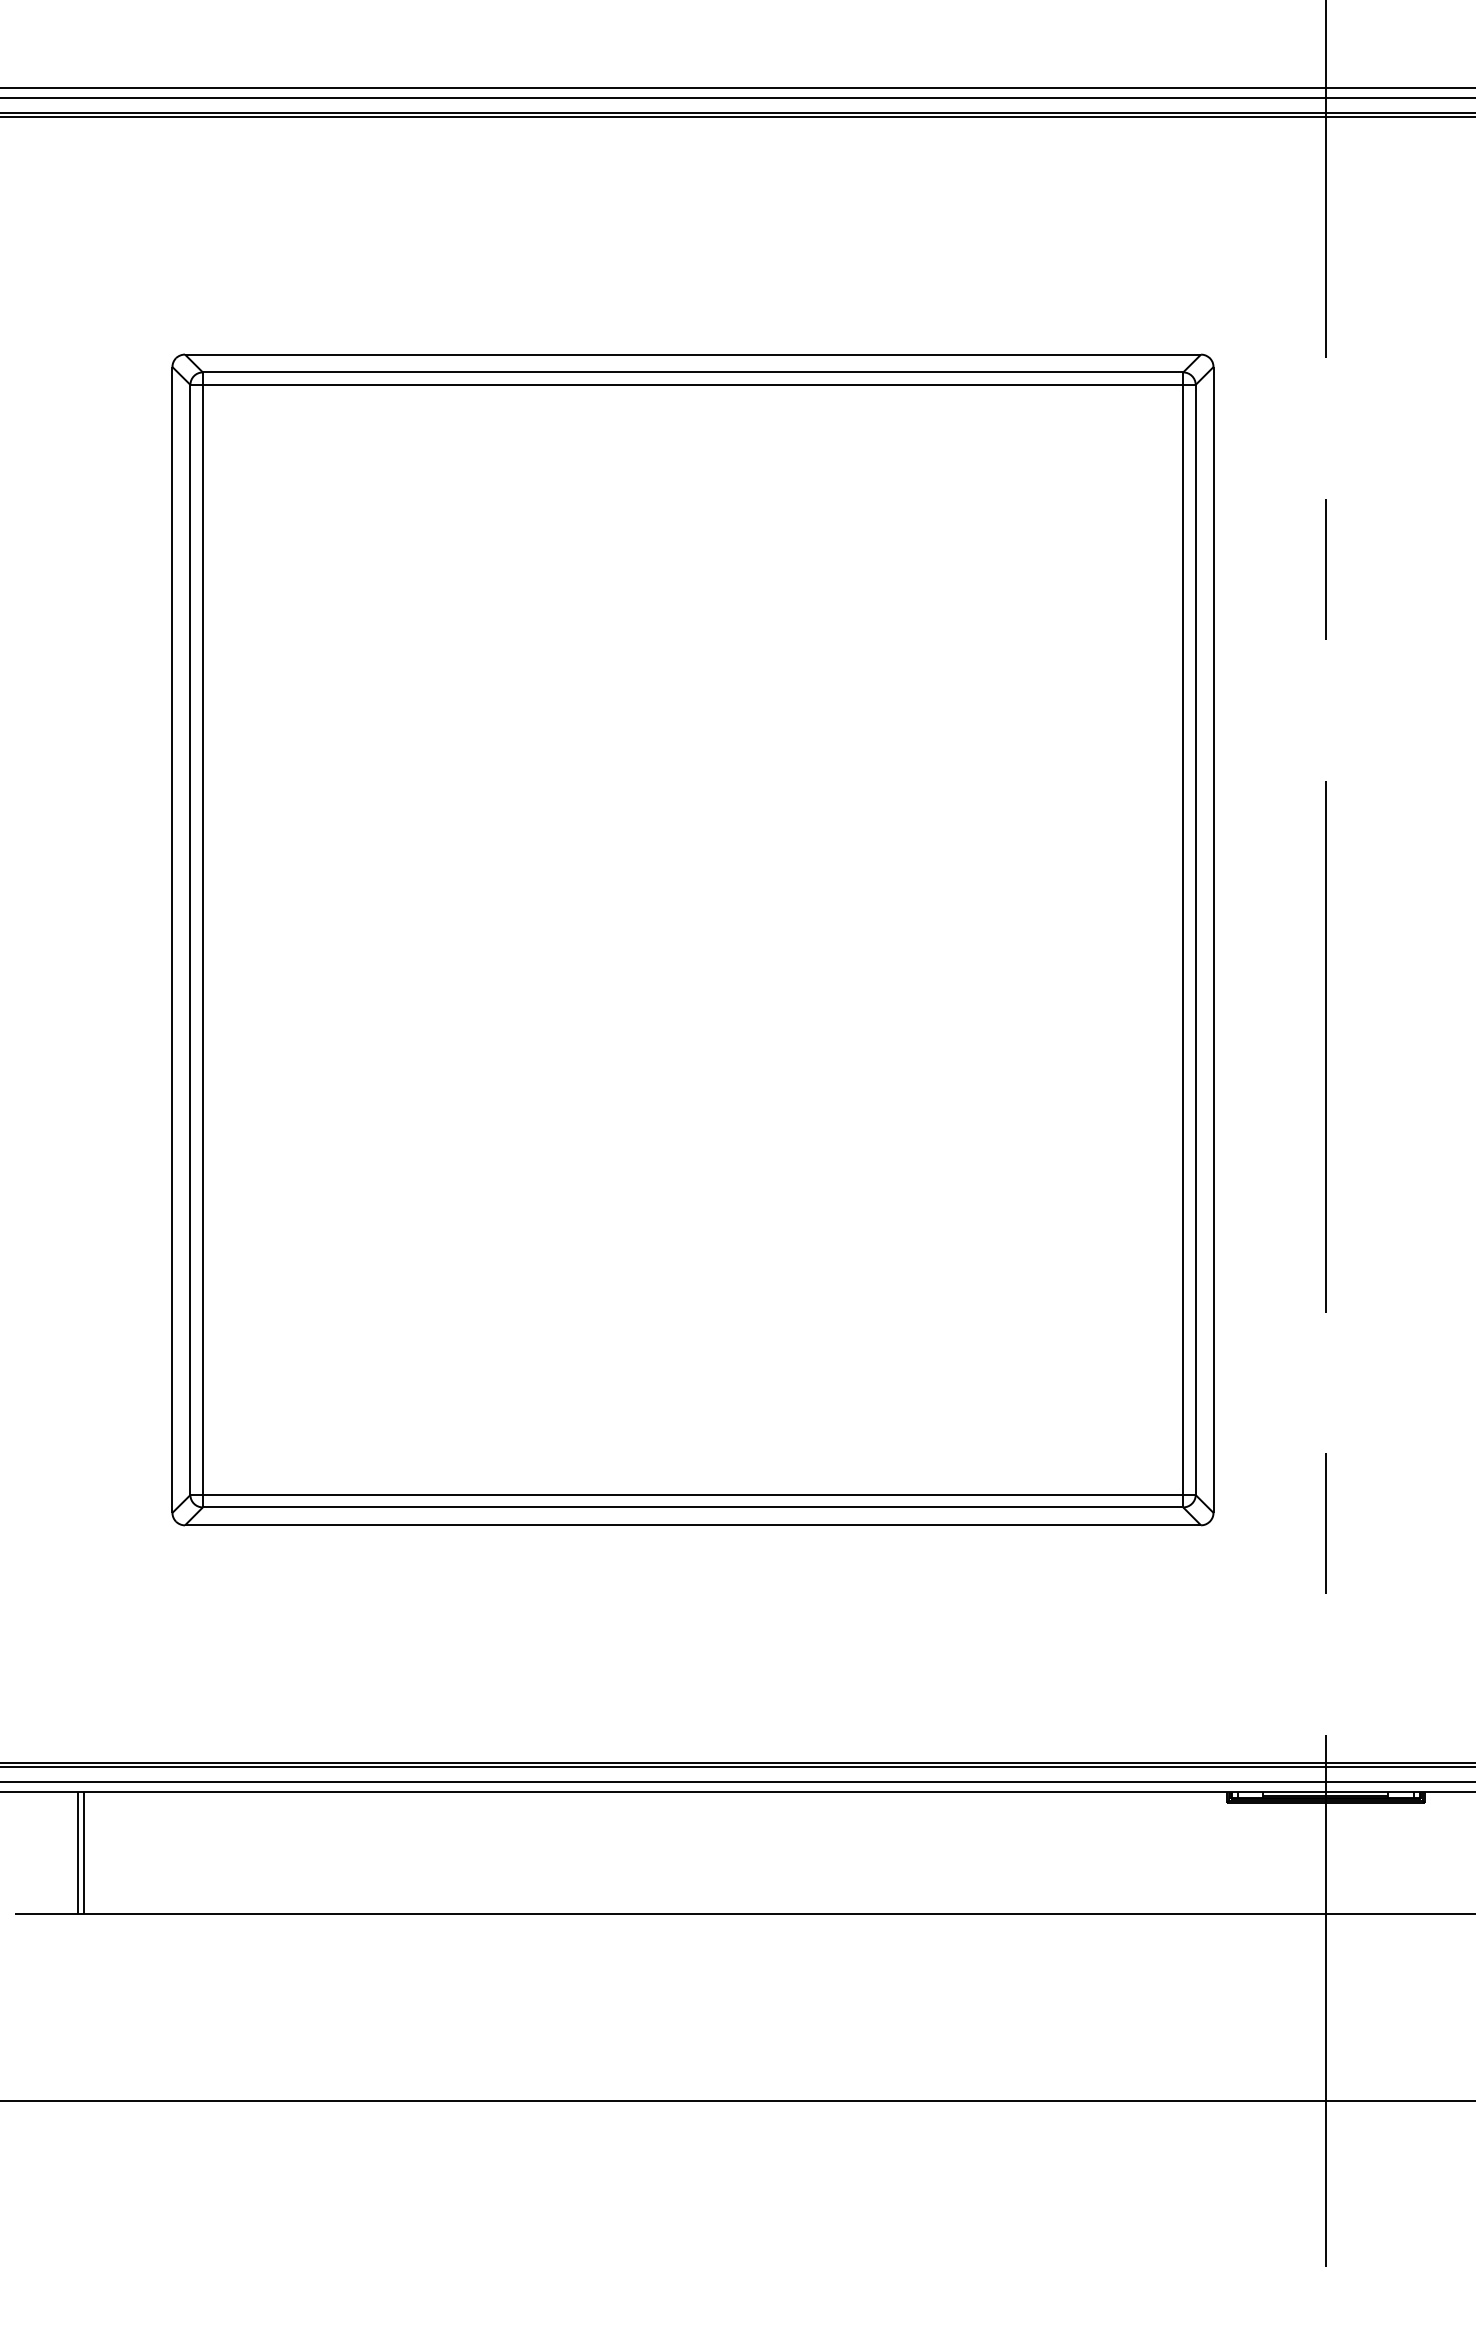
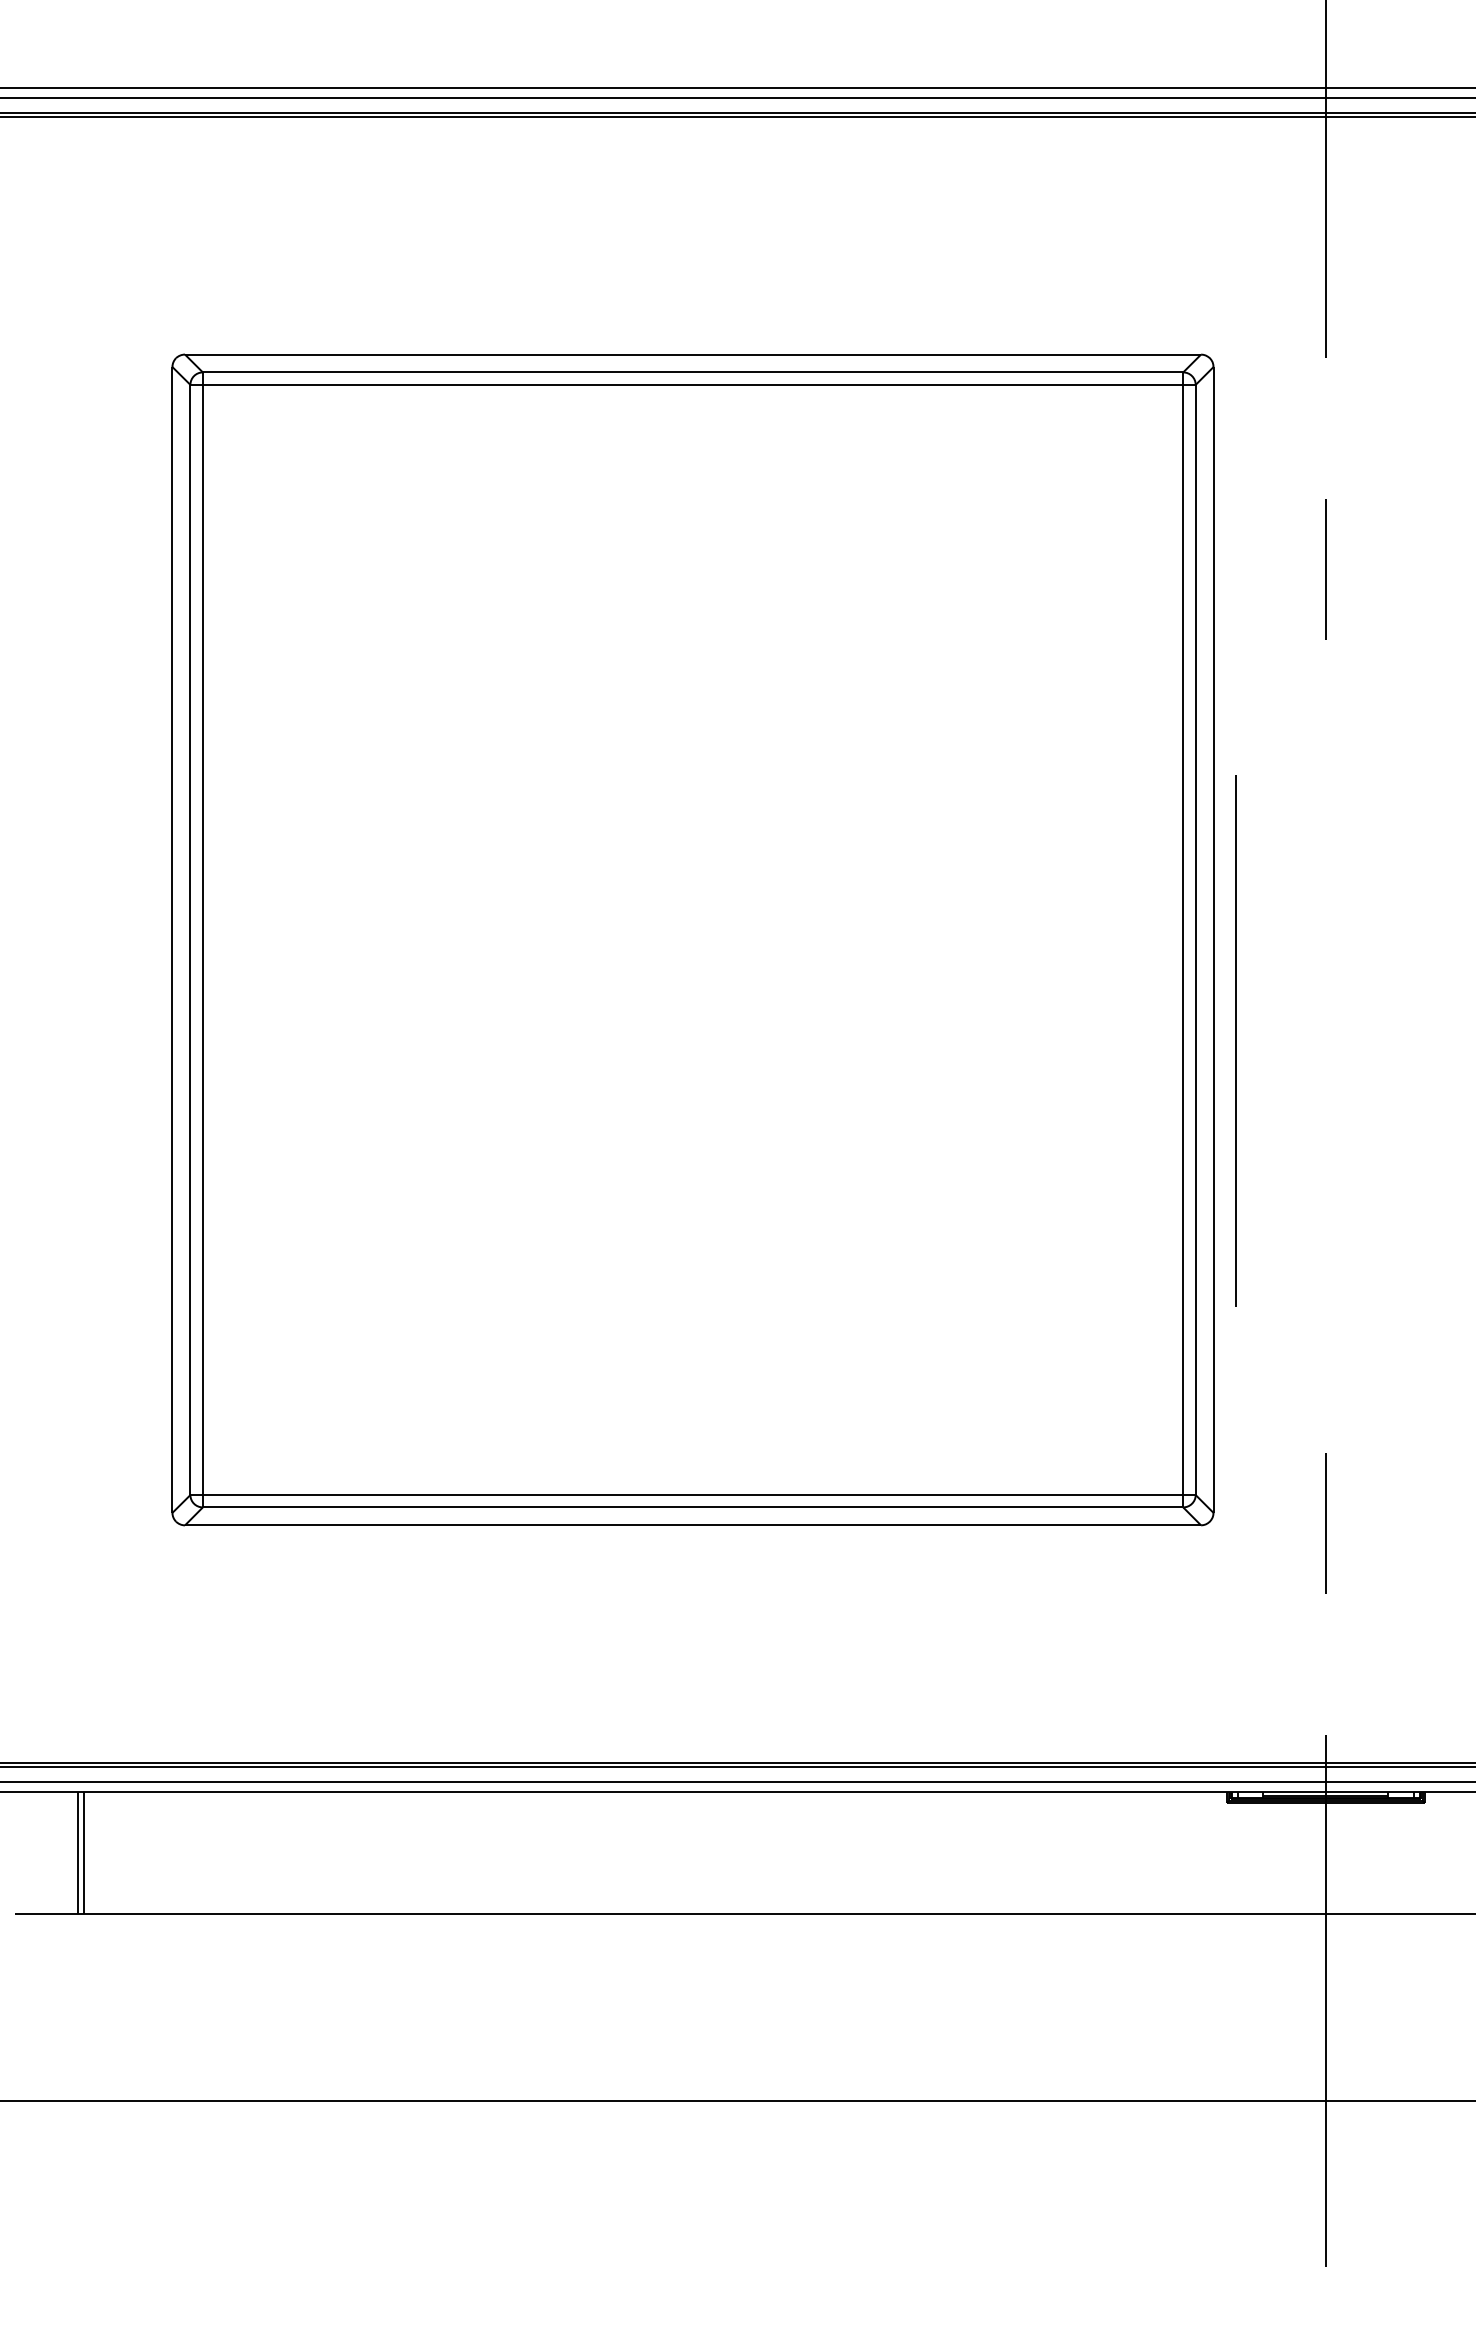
line at (1325, 1046) position: (1325, 1046) -> (1235, 1040)
